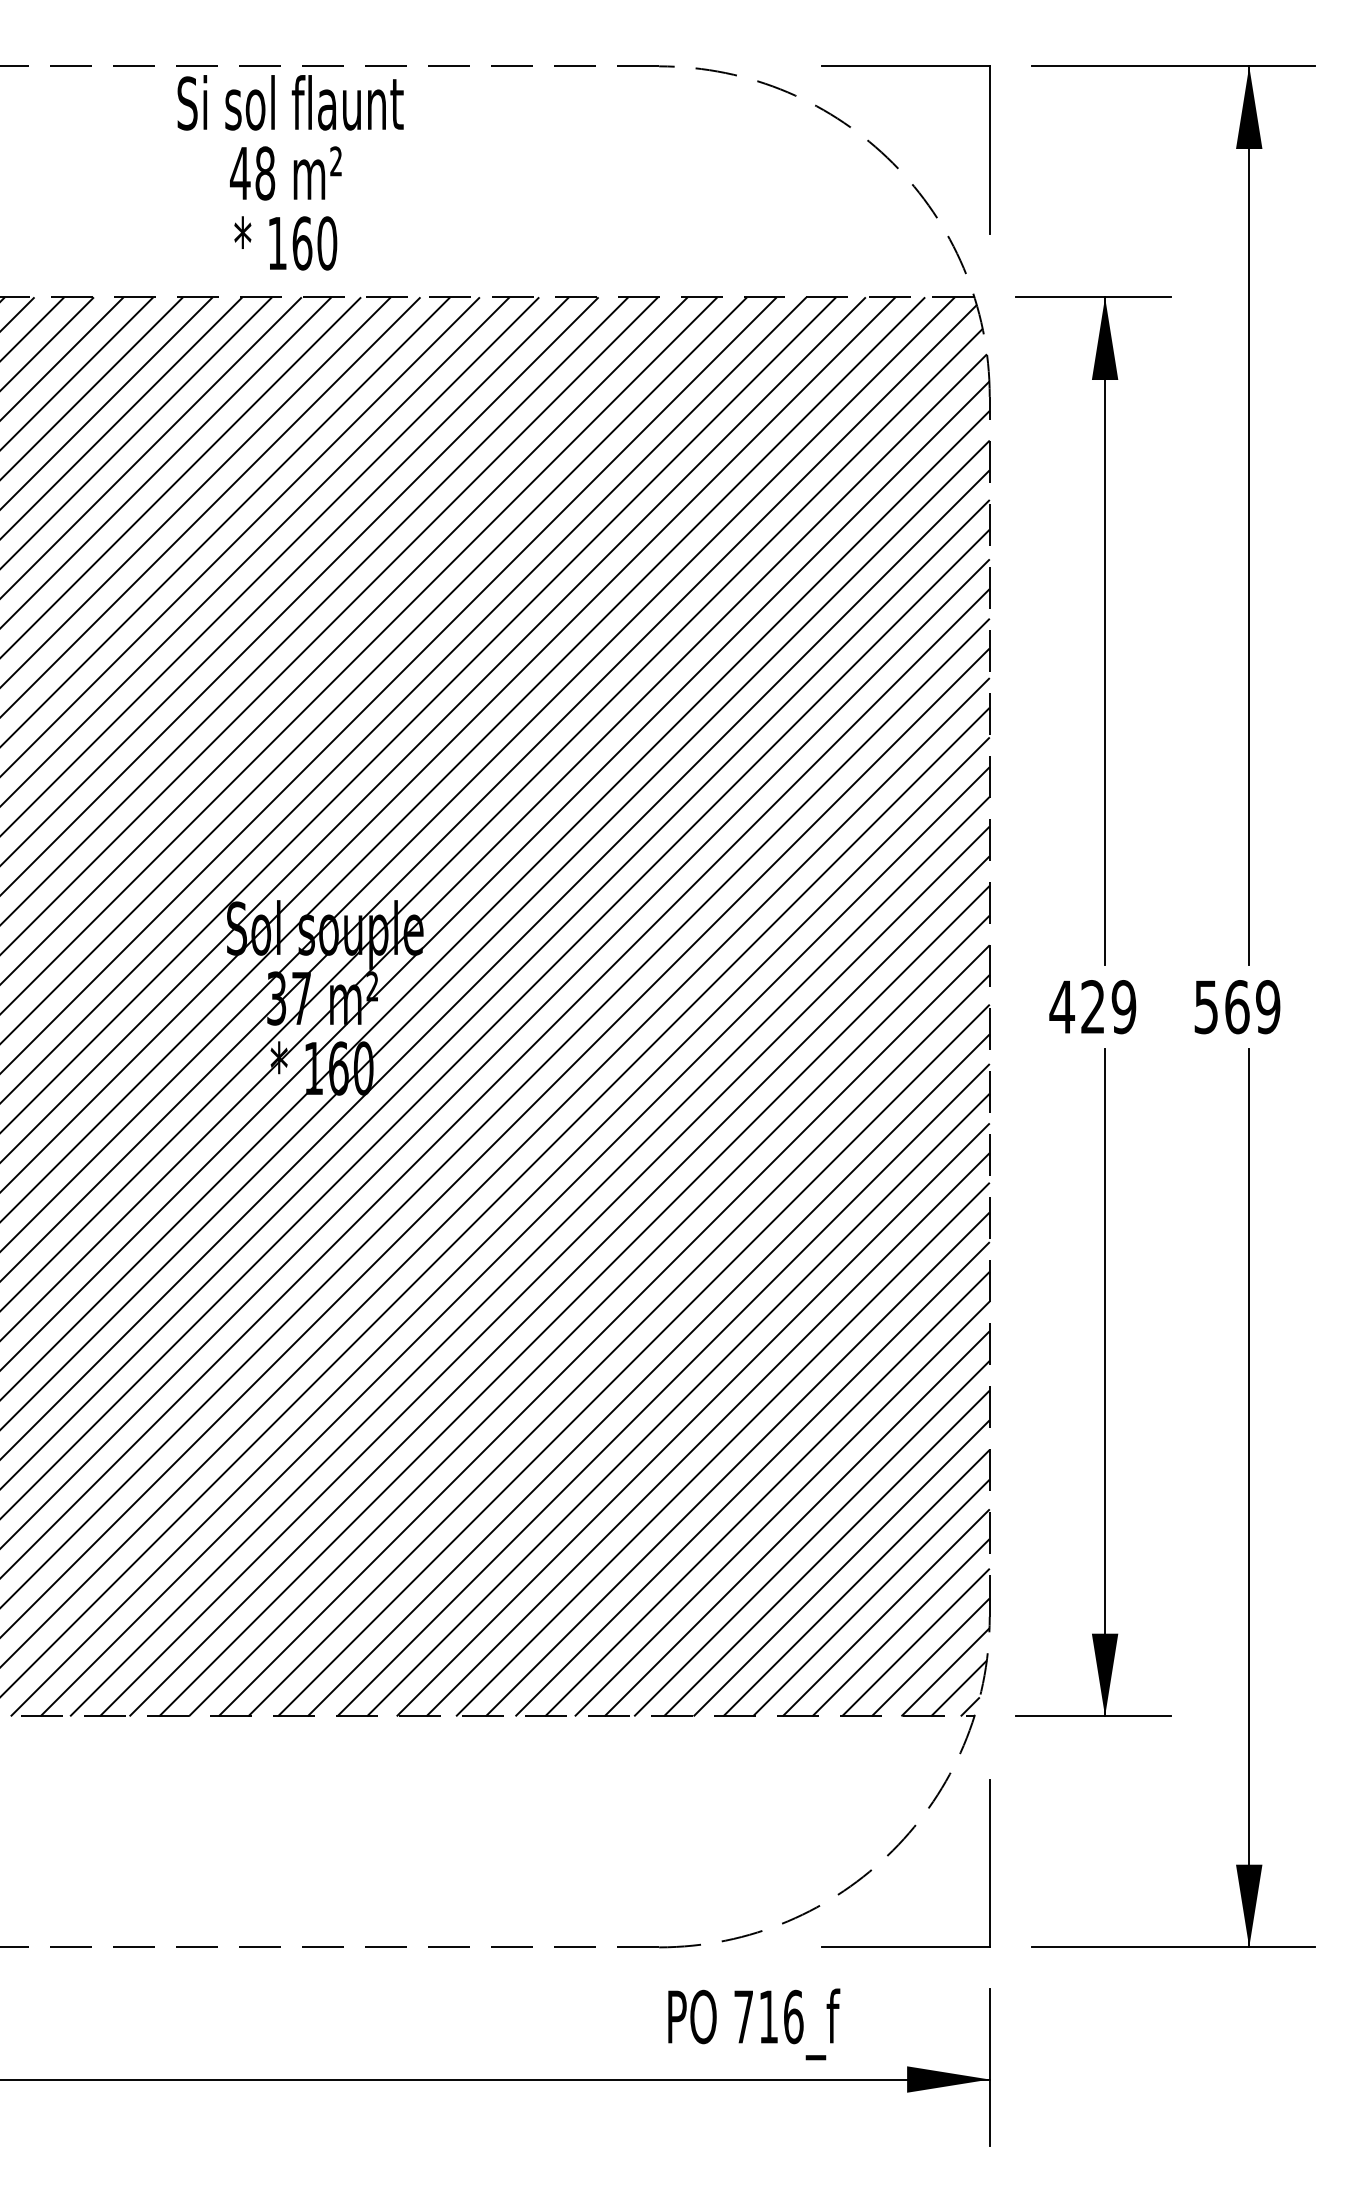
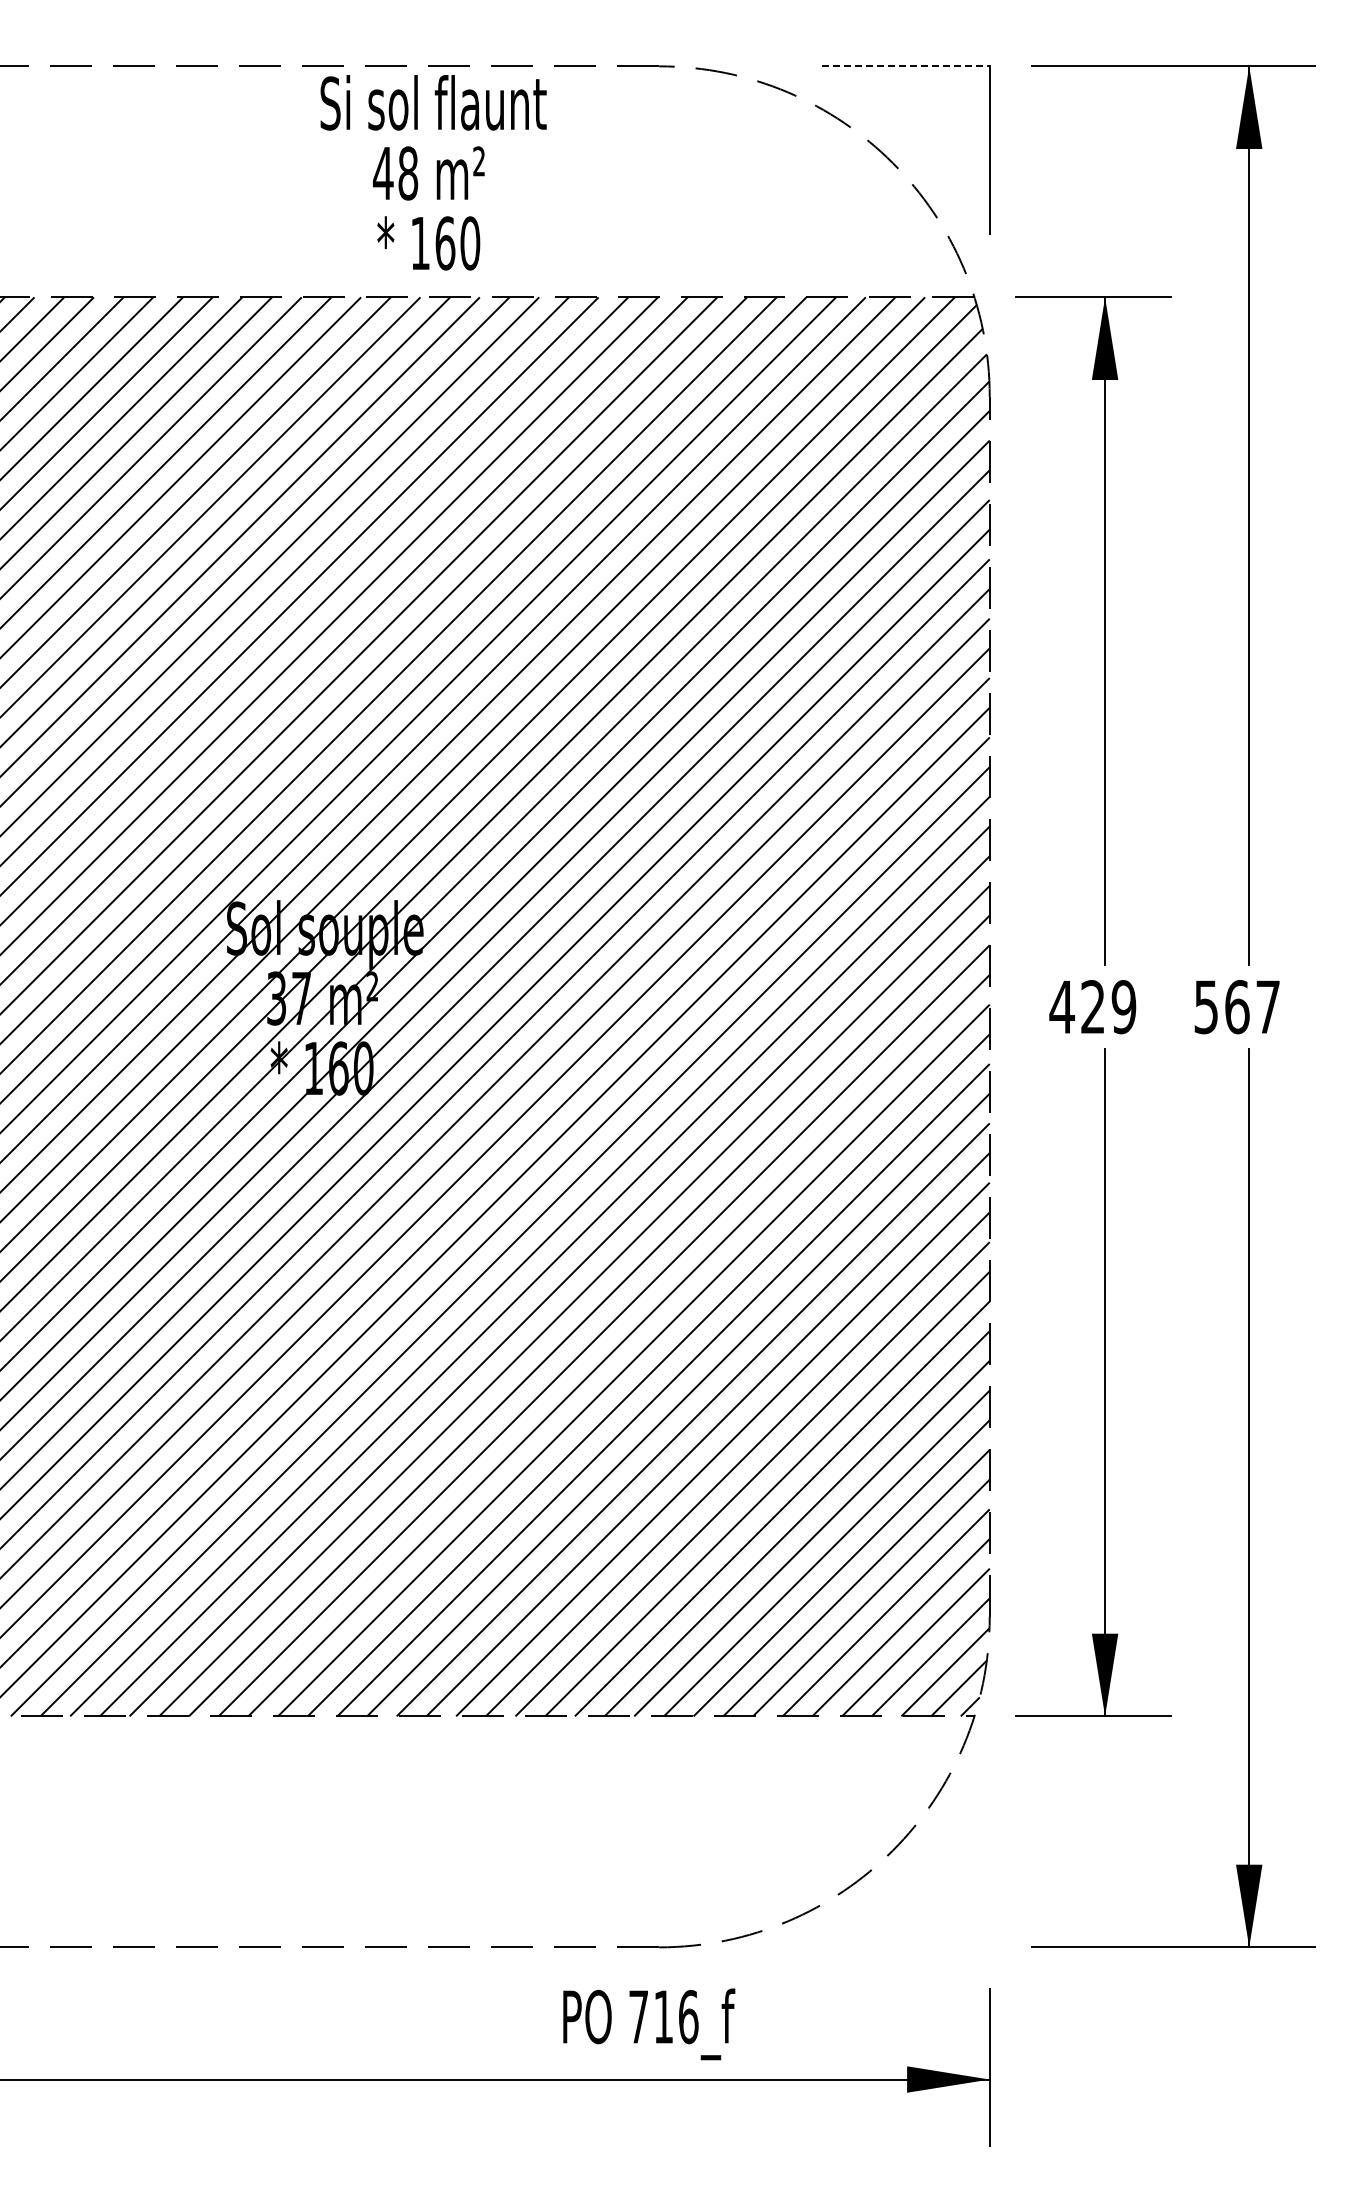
line at (906, 66): solid -> dashed
text at (290, 172) position: (290, 172) -> (433, 172)
text at (1268, 1007): 569 -> 567
part at (905, 1946): present -> none
text at (754, 2024) position: (754, 2024) -> (649, 2024)
